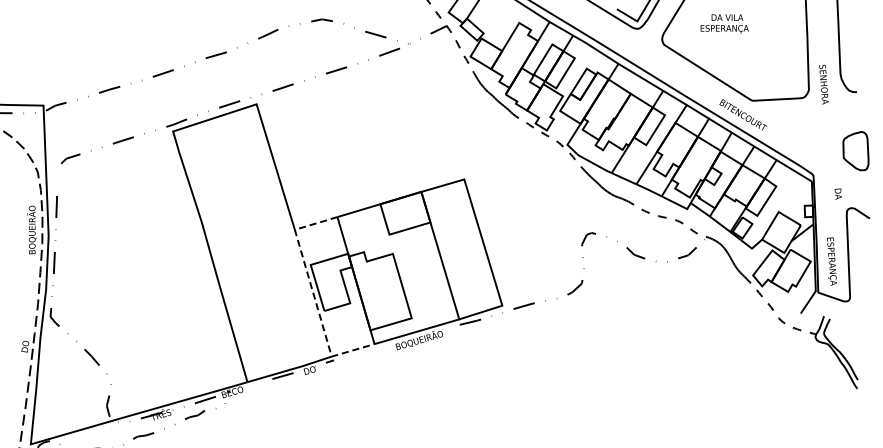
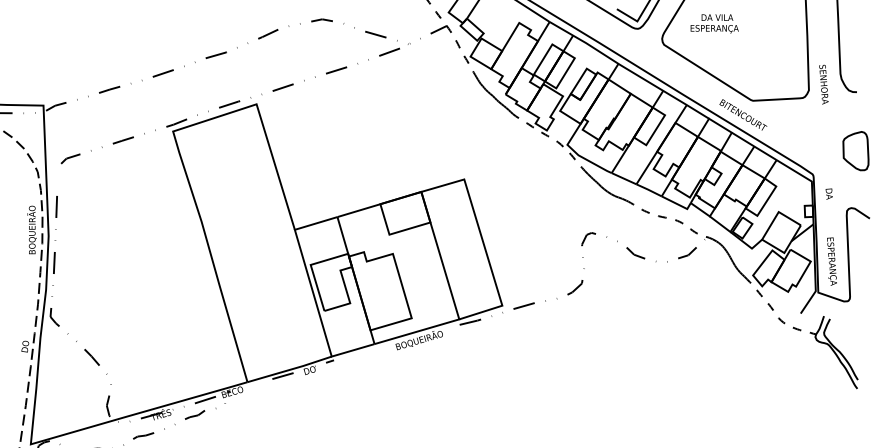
text at (724, 23) position: (724, 23) -> (714, 23)
text at (837, 193) position: (837, 193) -> (828, 193)
line at (313, 293): dashed -> solid
